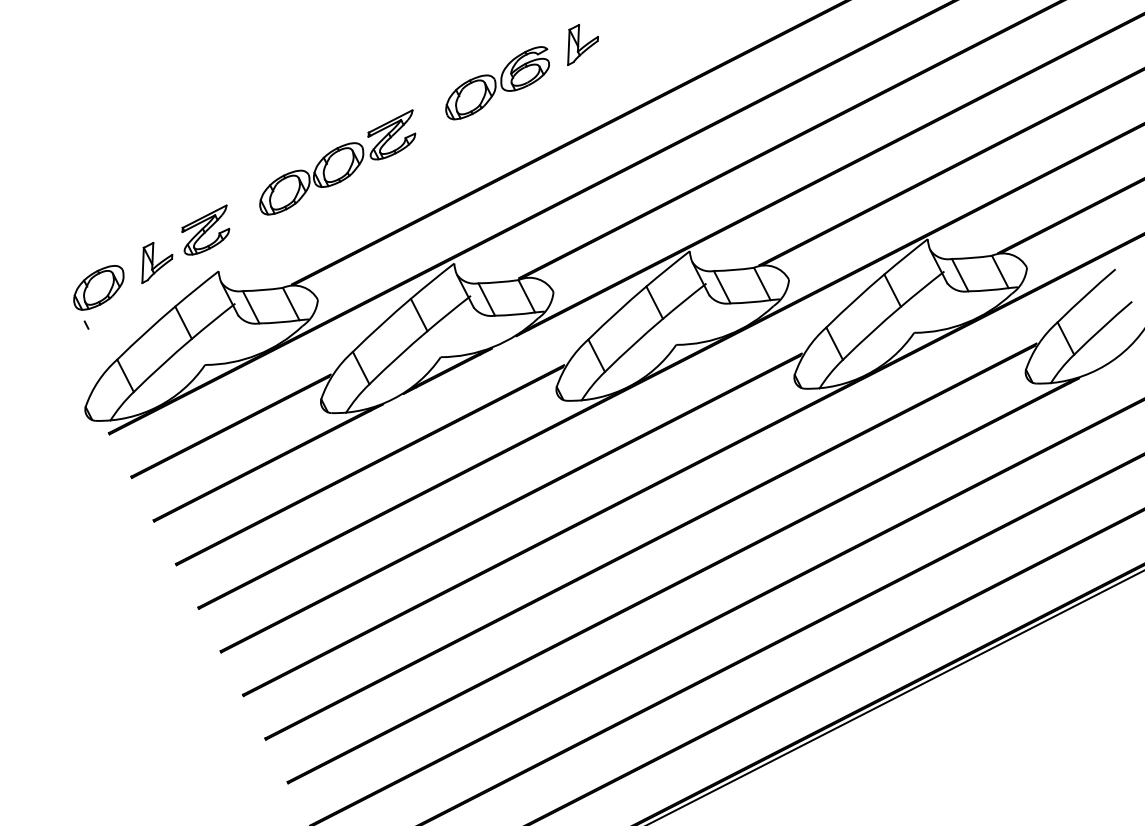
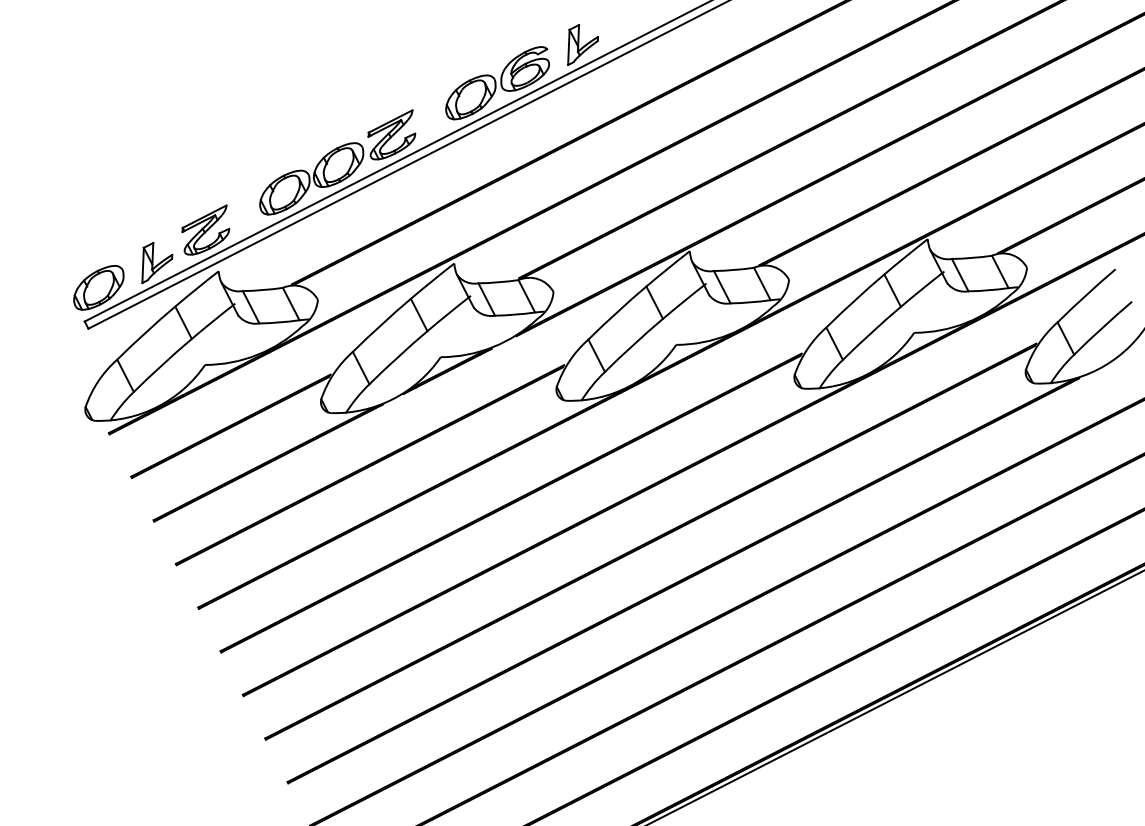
line at (396, 161): none -> present
line at (406, 165): none -> present
